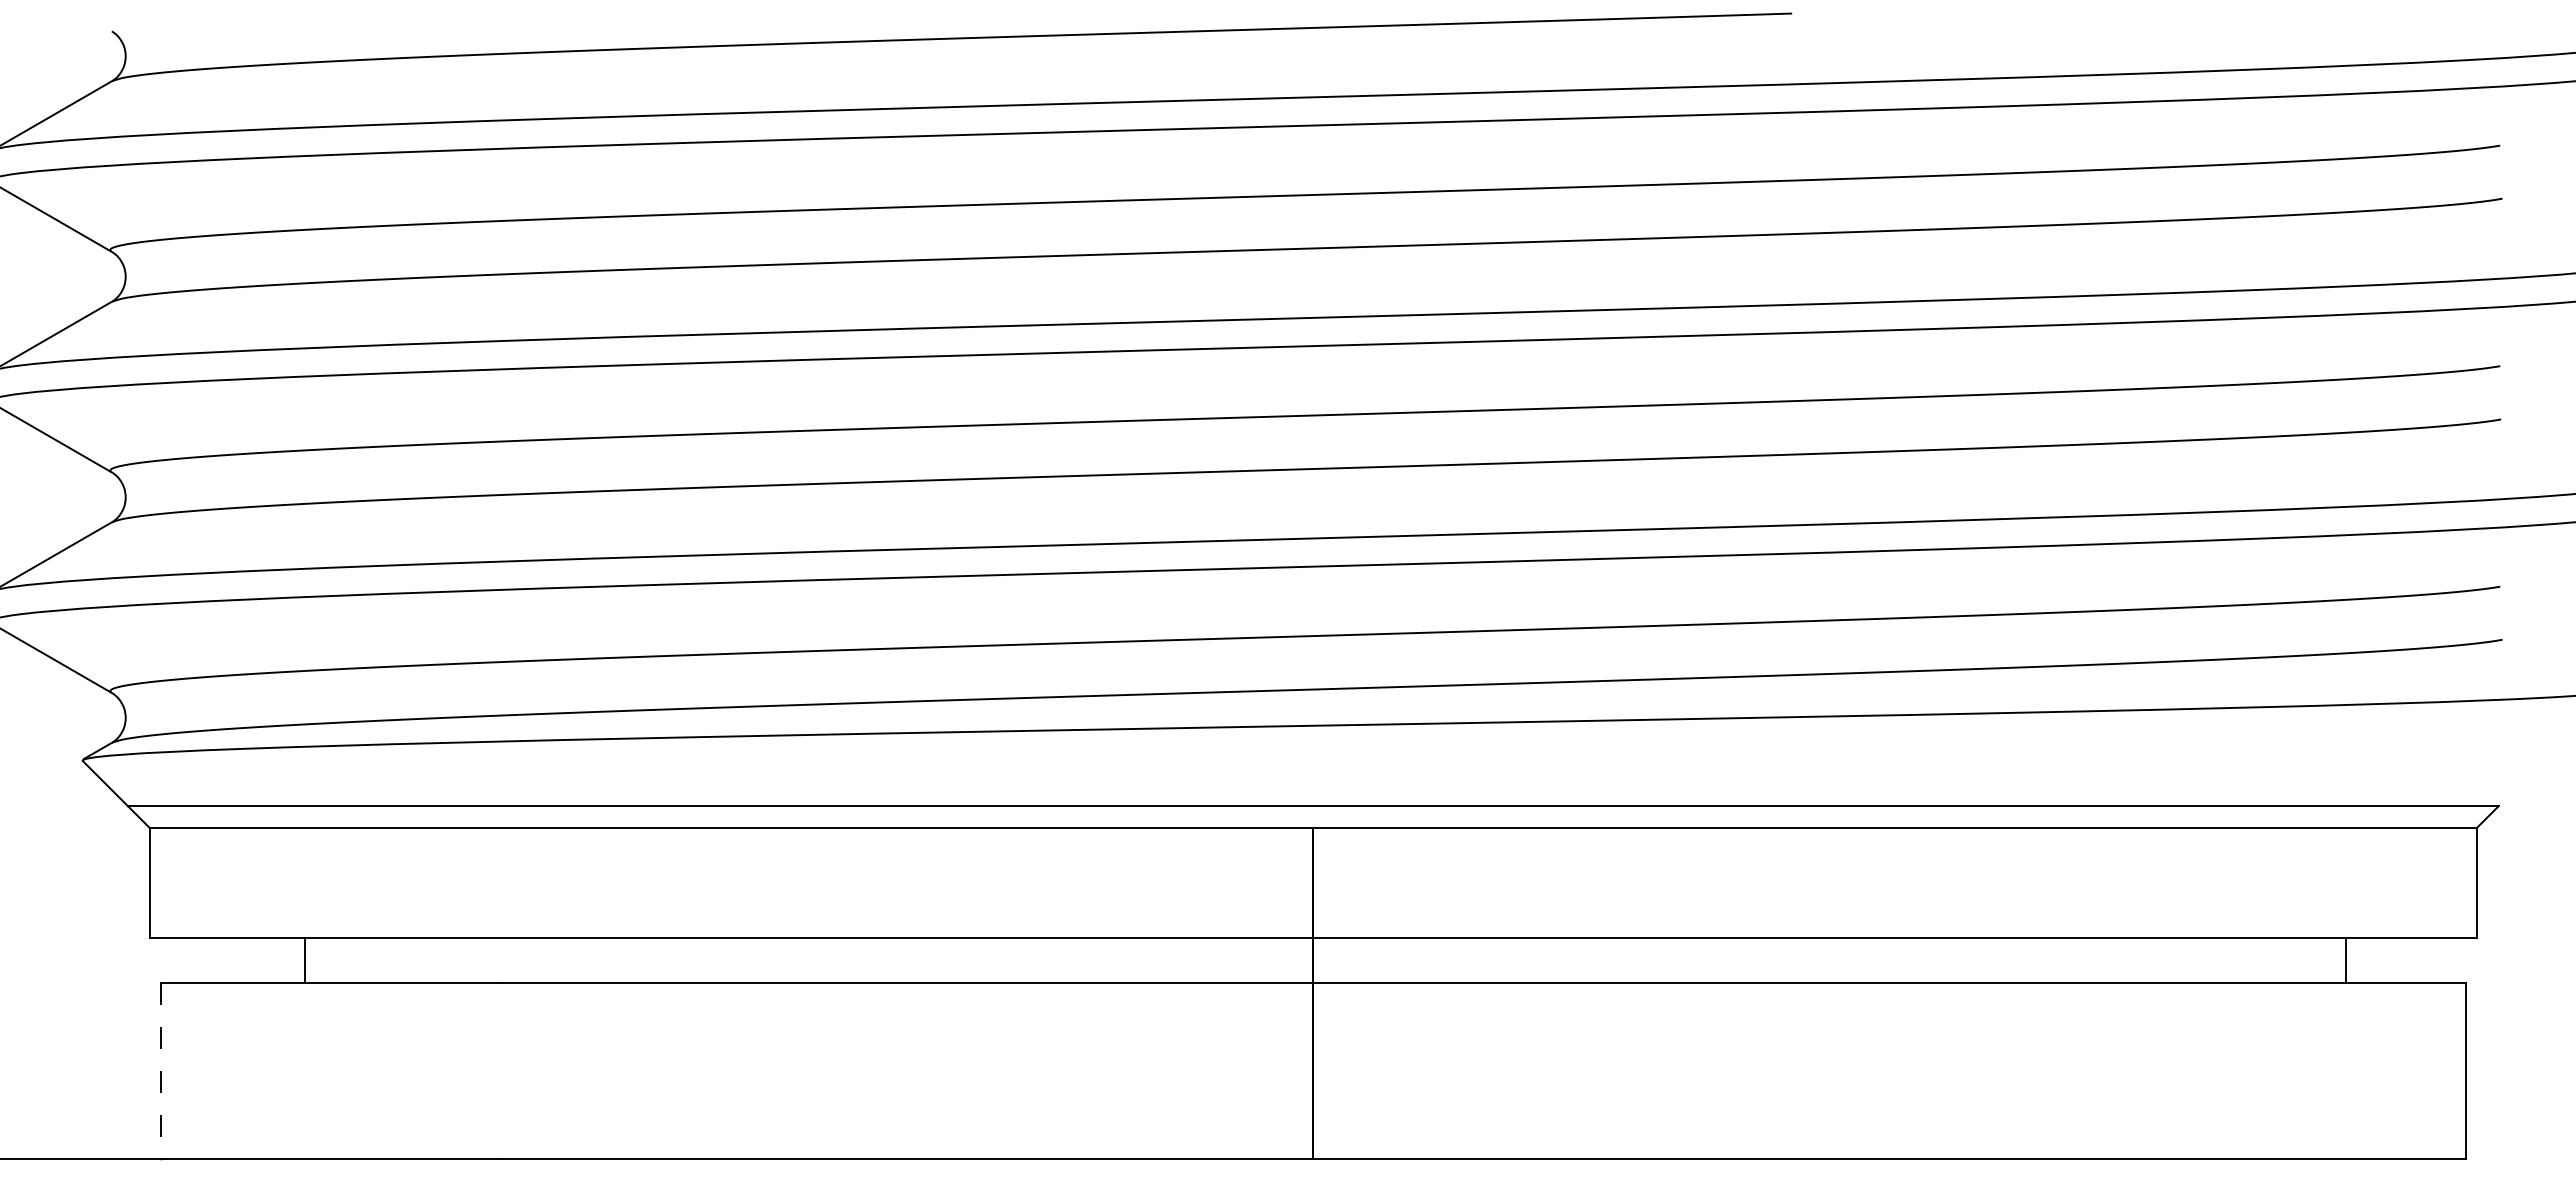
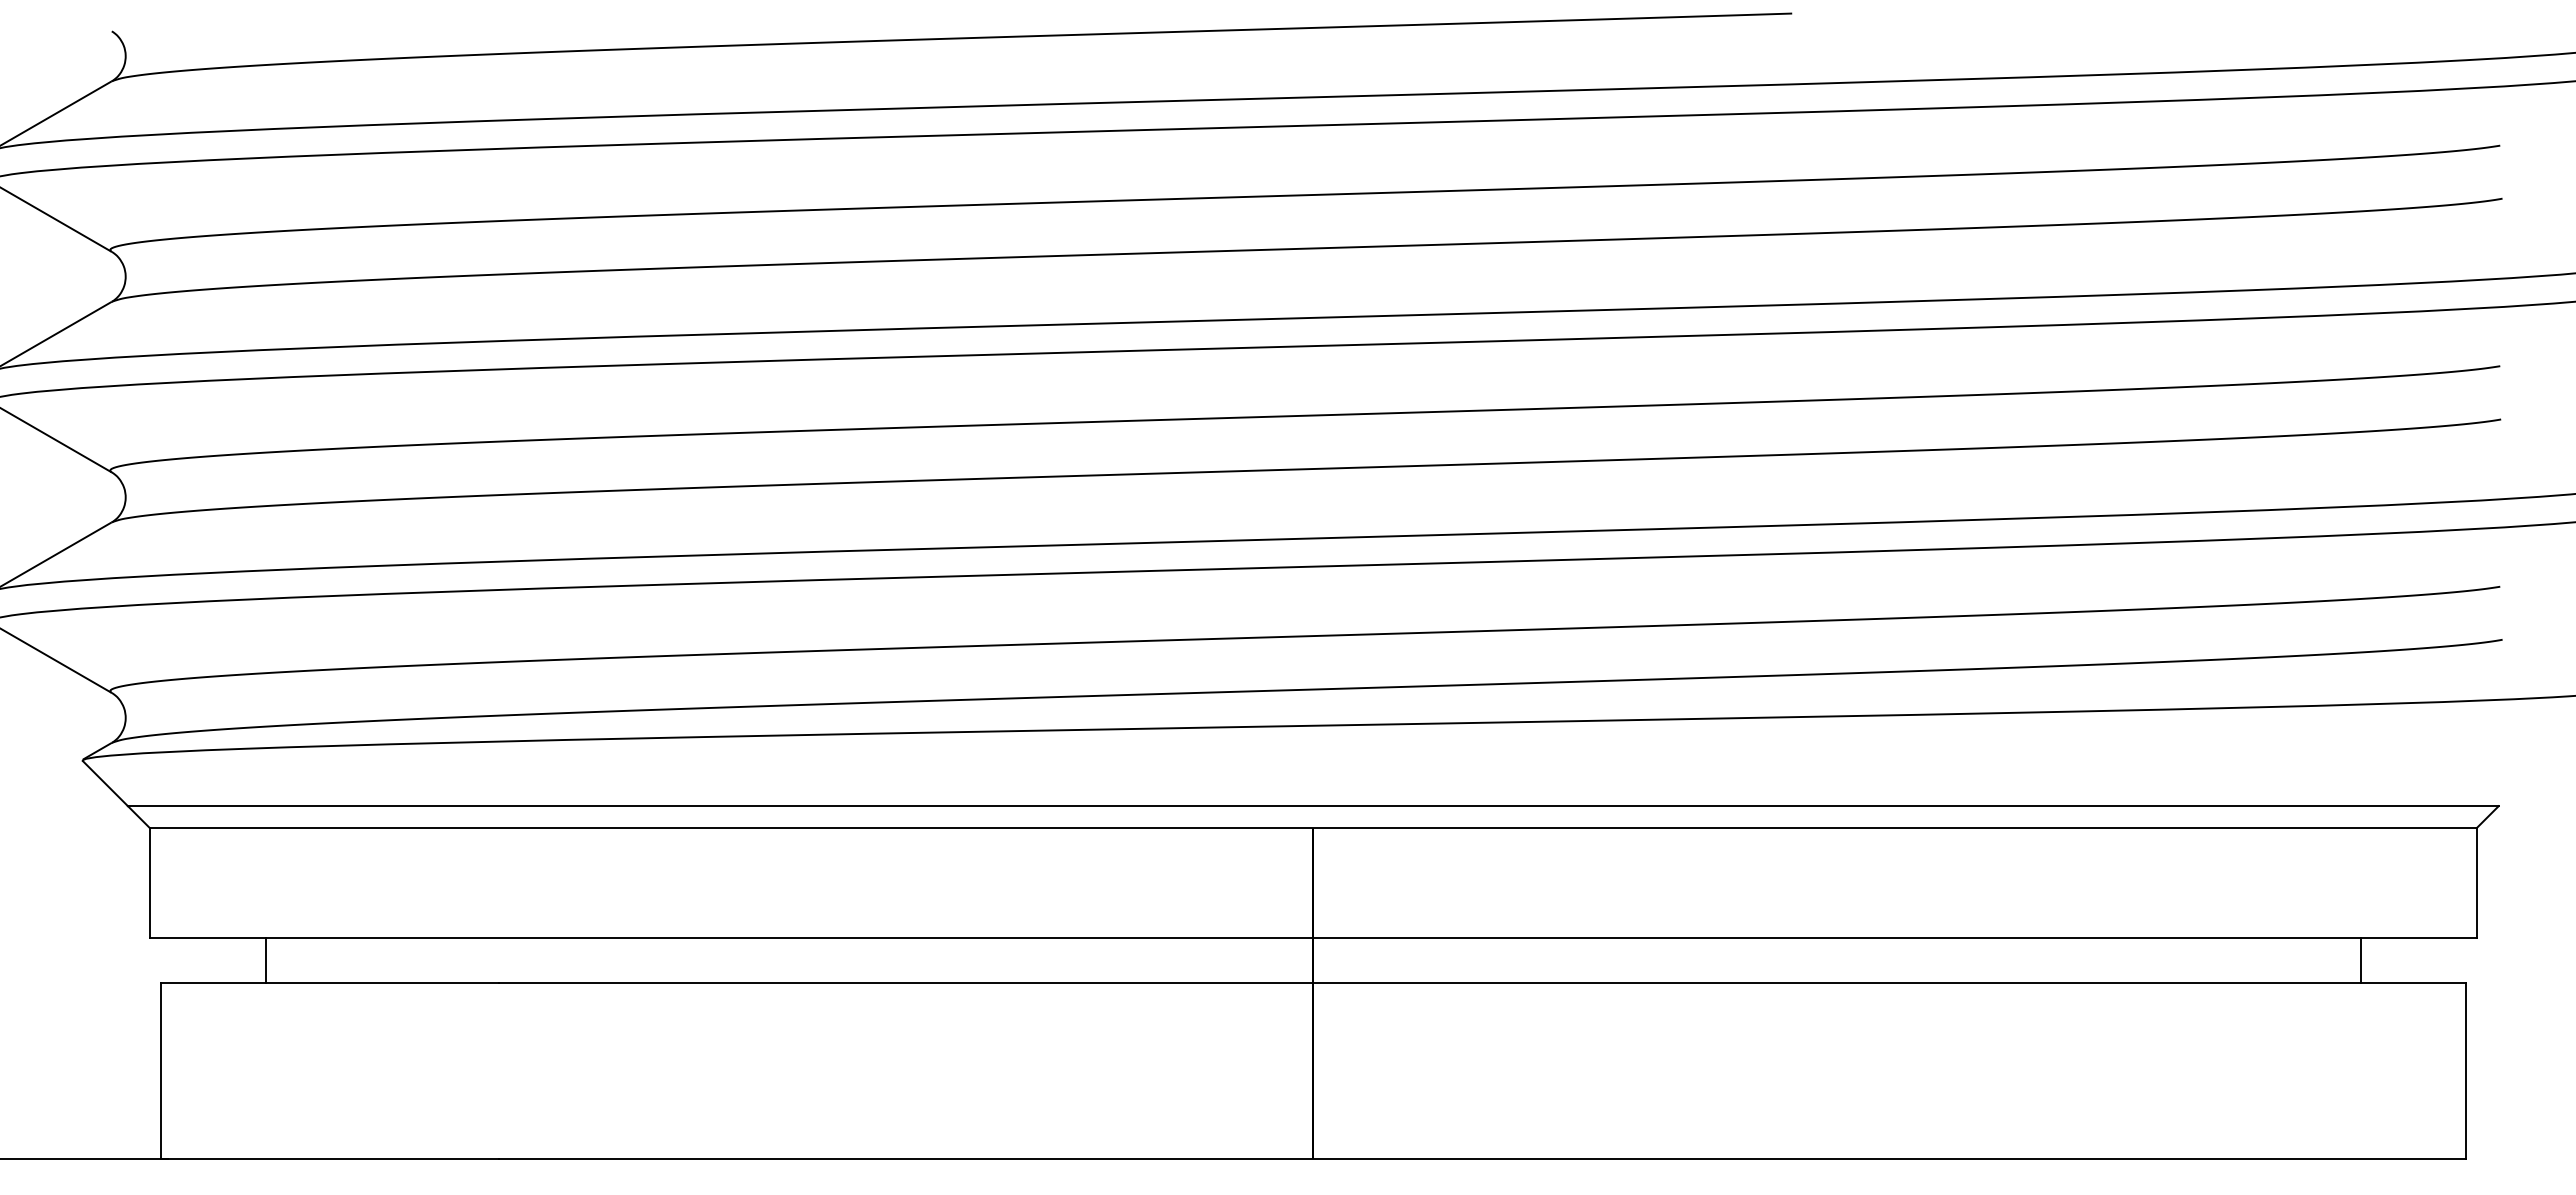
line at (304, 960) position: (304, 960) -> (265, 960)
line at (2345, 960) position: (2345, 960) -> (2360, 960)
line at (161, 1071): dashed -> solid
